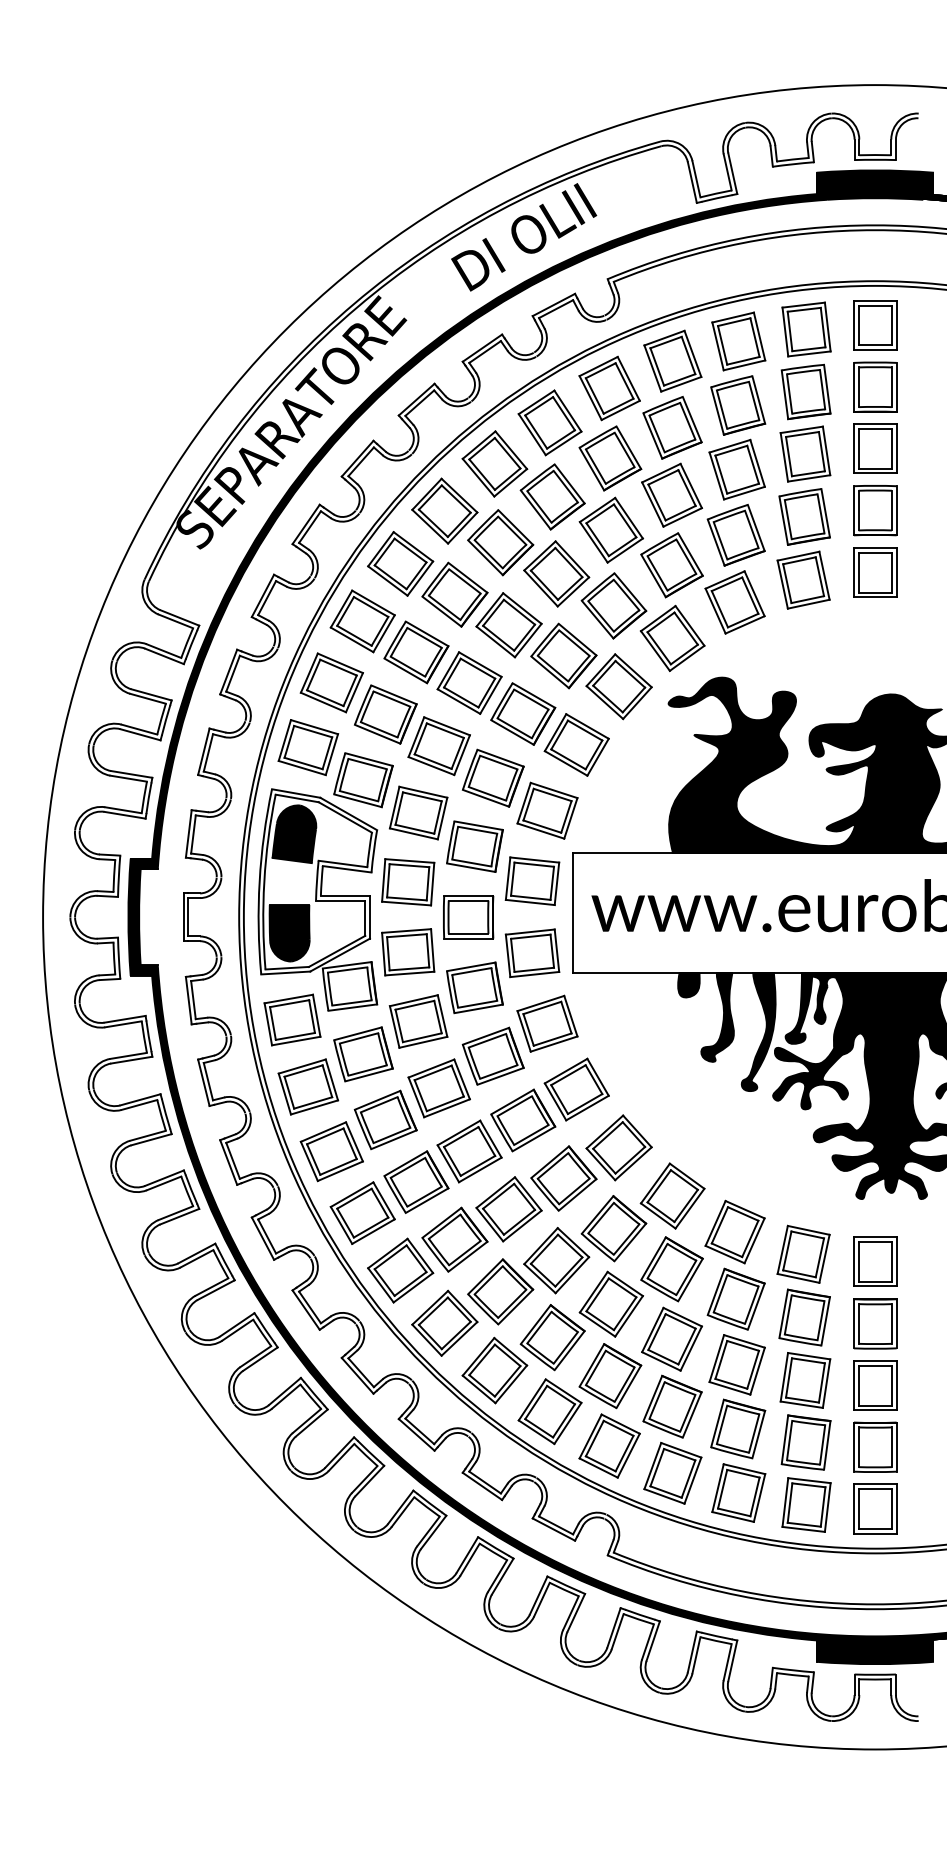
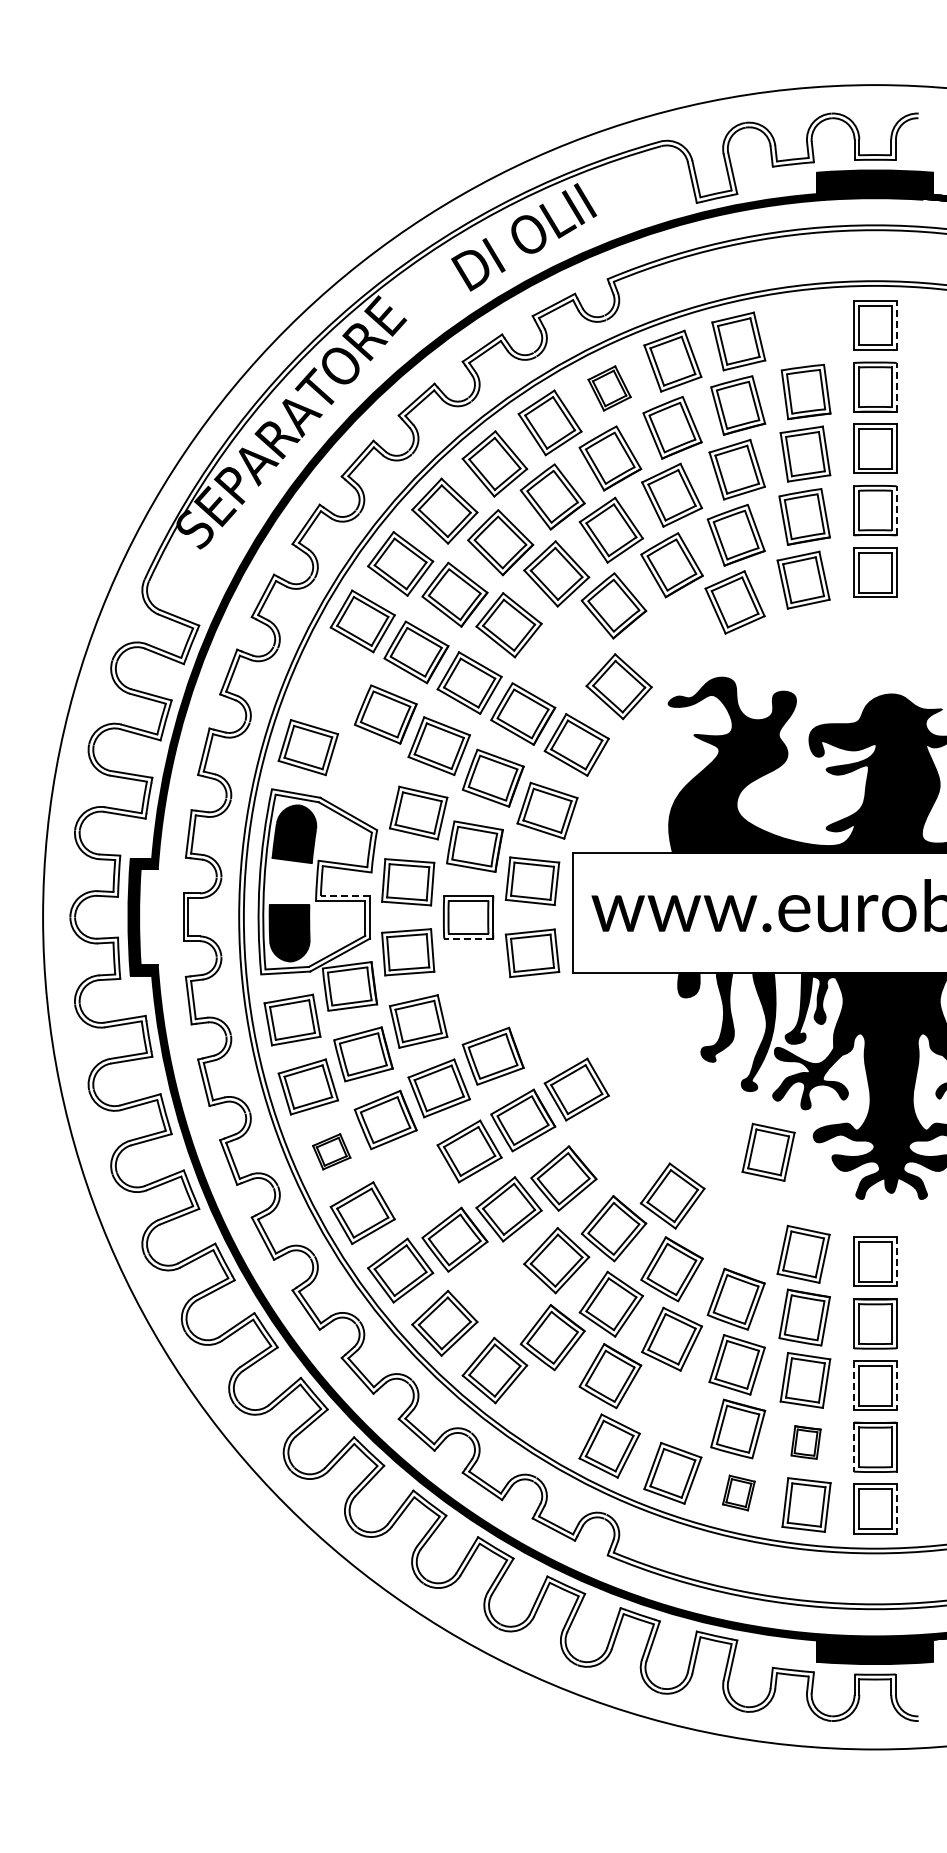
line at (896, 325): solid -> dashed
part at (806, 329): present -> none
line at (896, 387): solid -> dashed
part at (609, 388) size: 63x67 px -> 45x47 px
line at (896, 510): solid -> dashed
part at (672, 637): present -> none
part at (563, 655): present -> none
part at (331, 682): present -> none
part at (363, 780): present -> none
line at (345, 895): solid -> dashed
line at (468, 938): solid -> dashed
part at (474, 987): present -> none
part at (547, 1023): present -> none
part at (618, 1147): present -> none
part at (331, 1151) size: 65x62 px -> 40x38 px
part at (768, 1151): none -> present
part at (416, 1181): present -> none
part at (734, 1231): present -> none
line at (896, 1261): solid -> dashed
part at (500, 1291): present -> none
line at (853, 1385): solid -> dashed
line at (896, 1385): solid -> dashed
part at (672, 1406): present -> none
part at (549, 1411): present -> none
part at (805, 1442) size: 52x57 px -> 32x35 px
line at (853, 1447): solid -> dashed
part at (738, 1492) size: 56x60 px -> 34x38 px
line at (896, 1509): solid -> dashed
